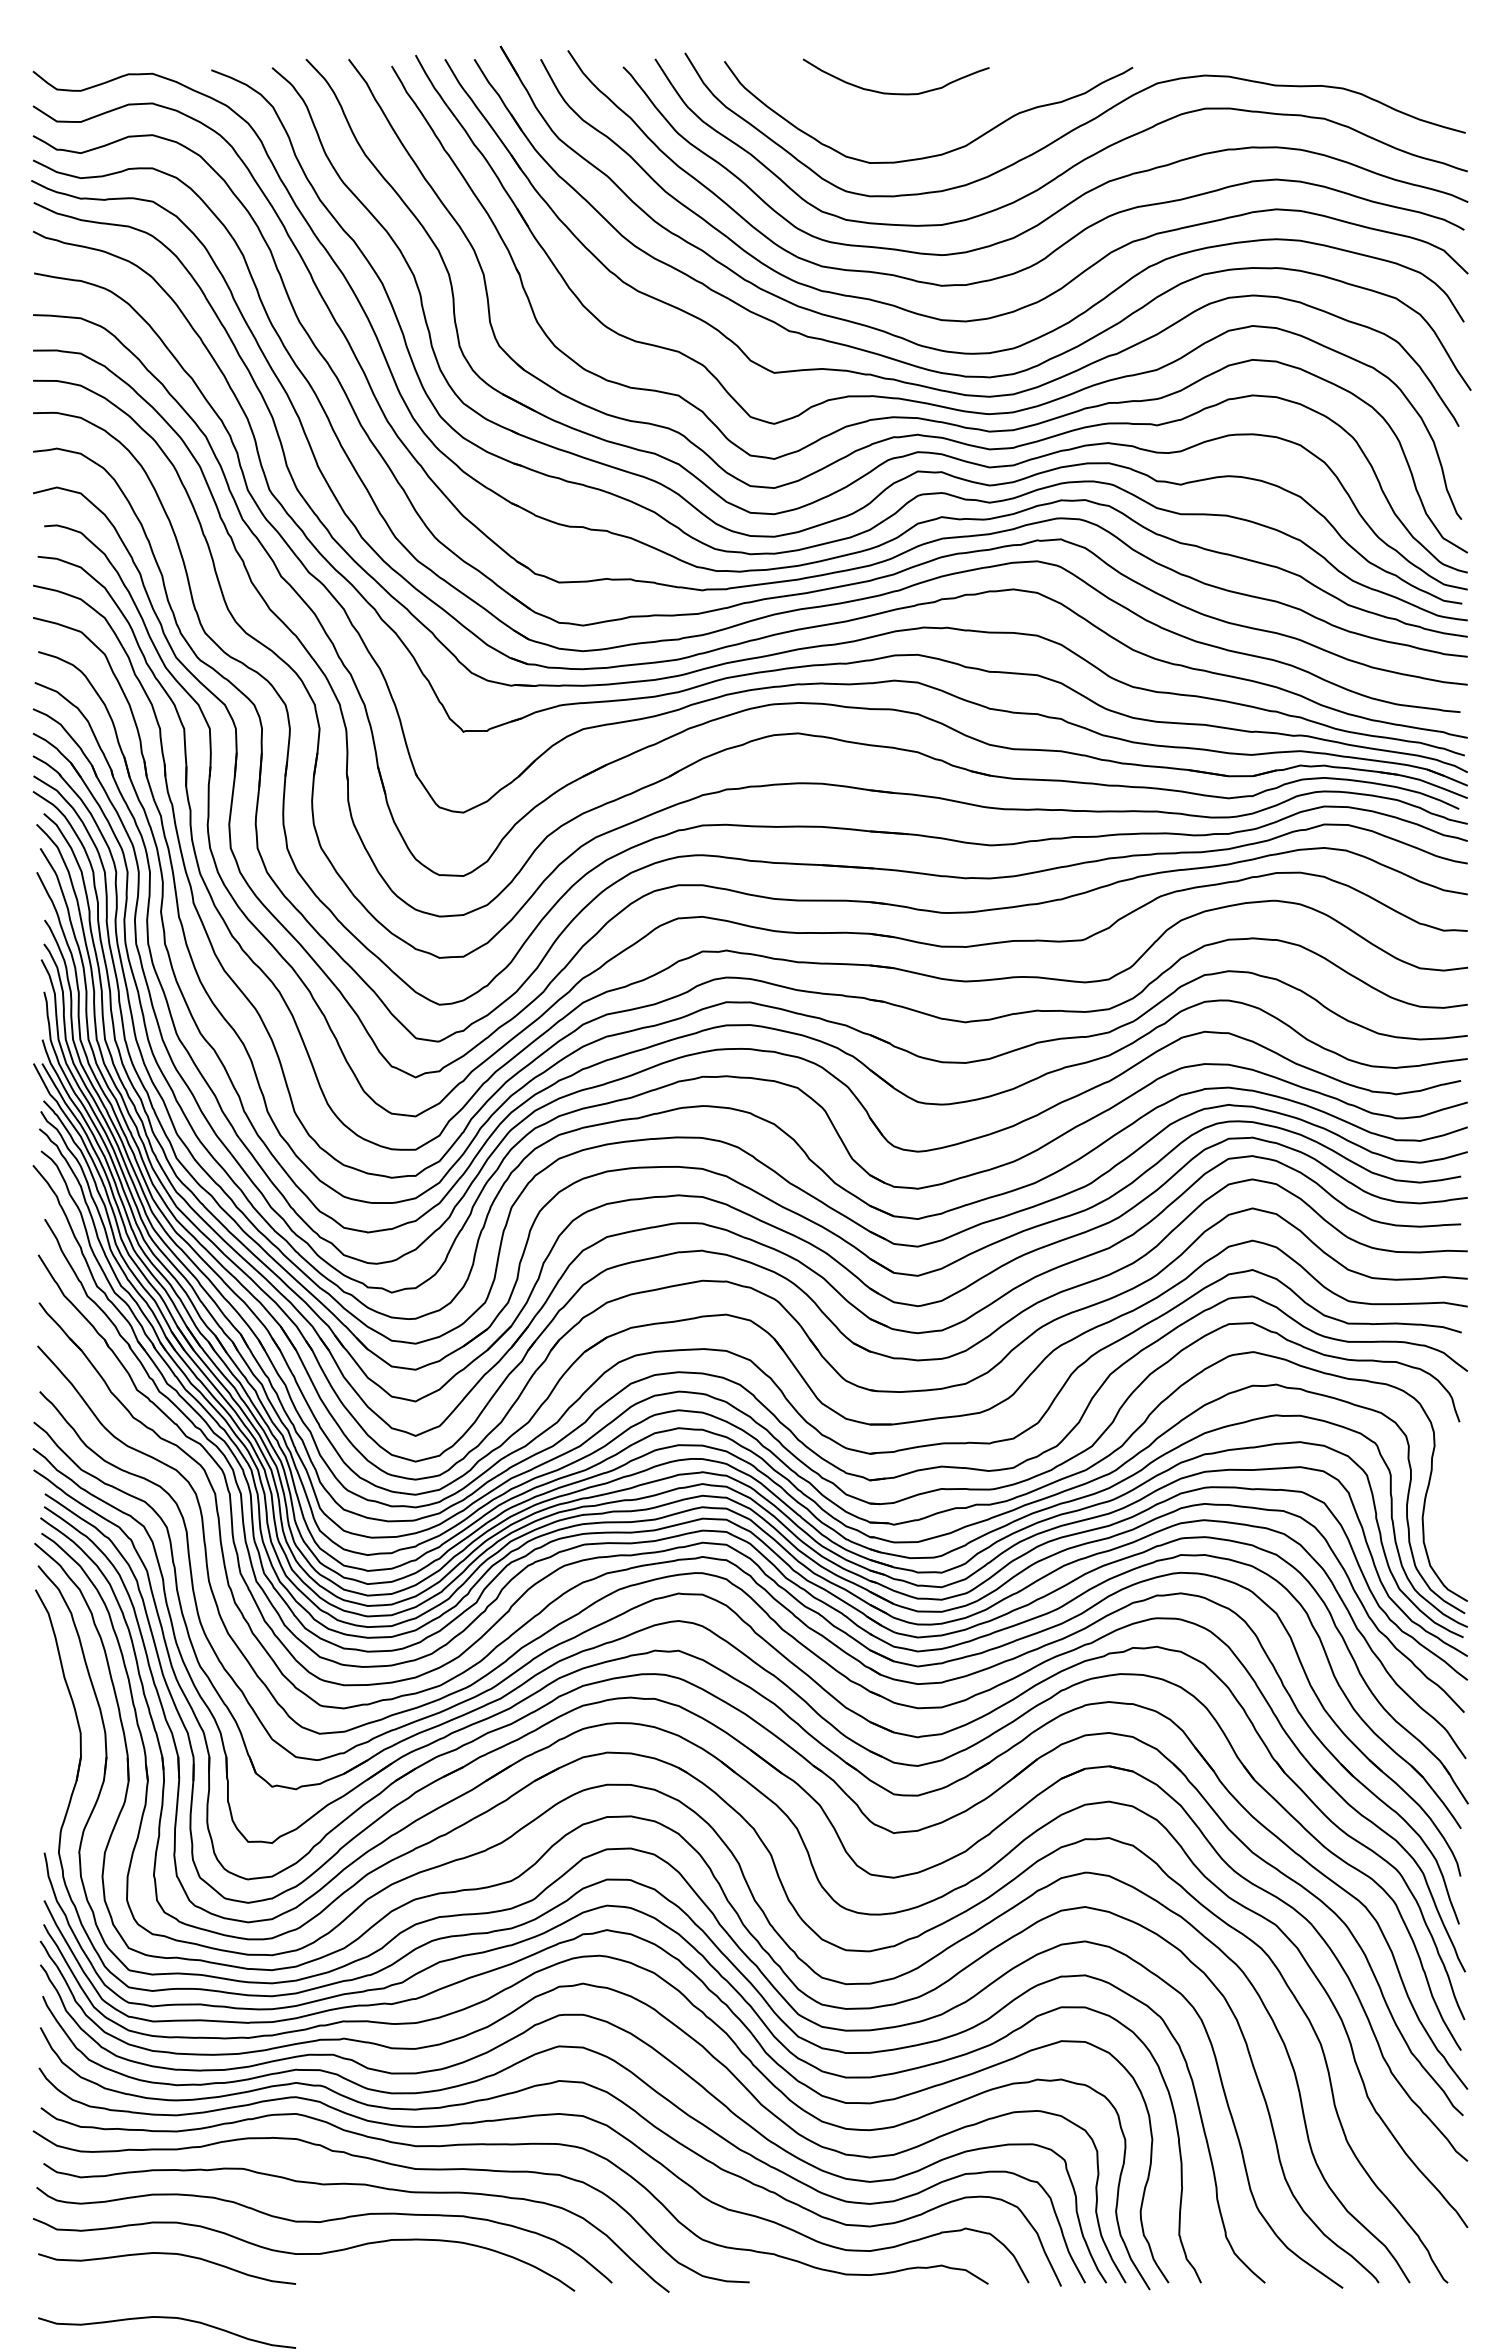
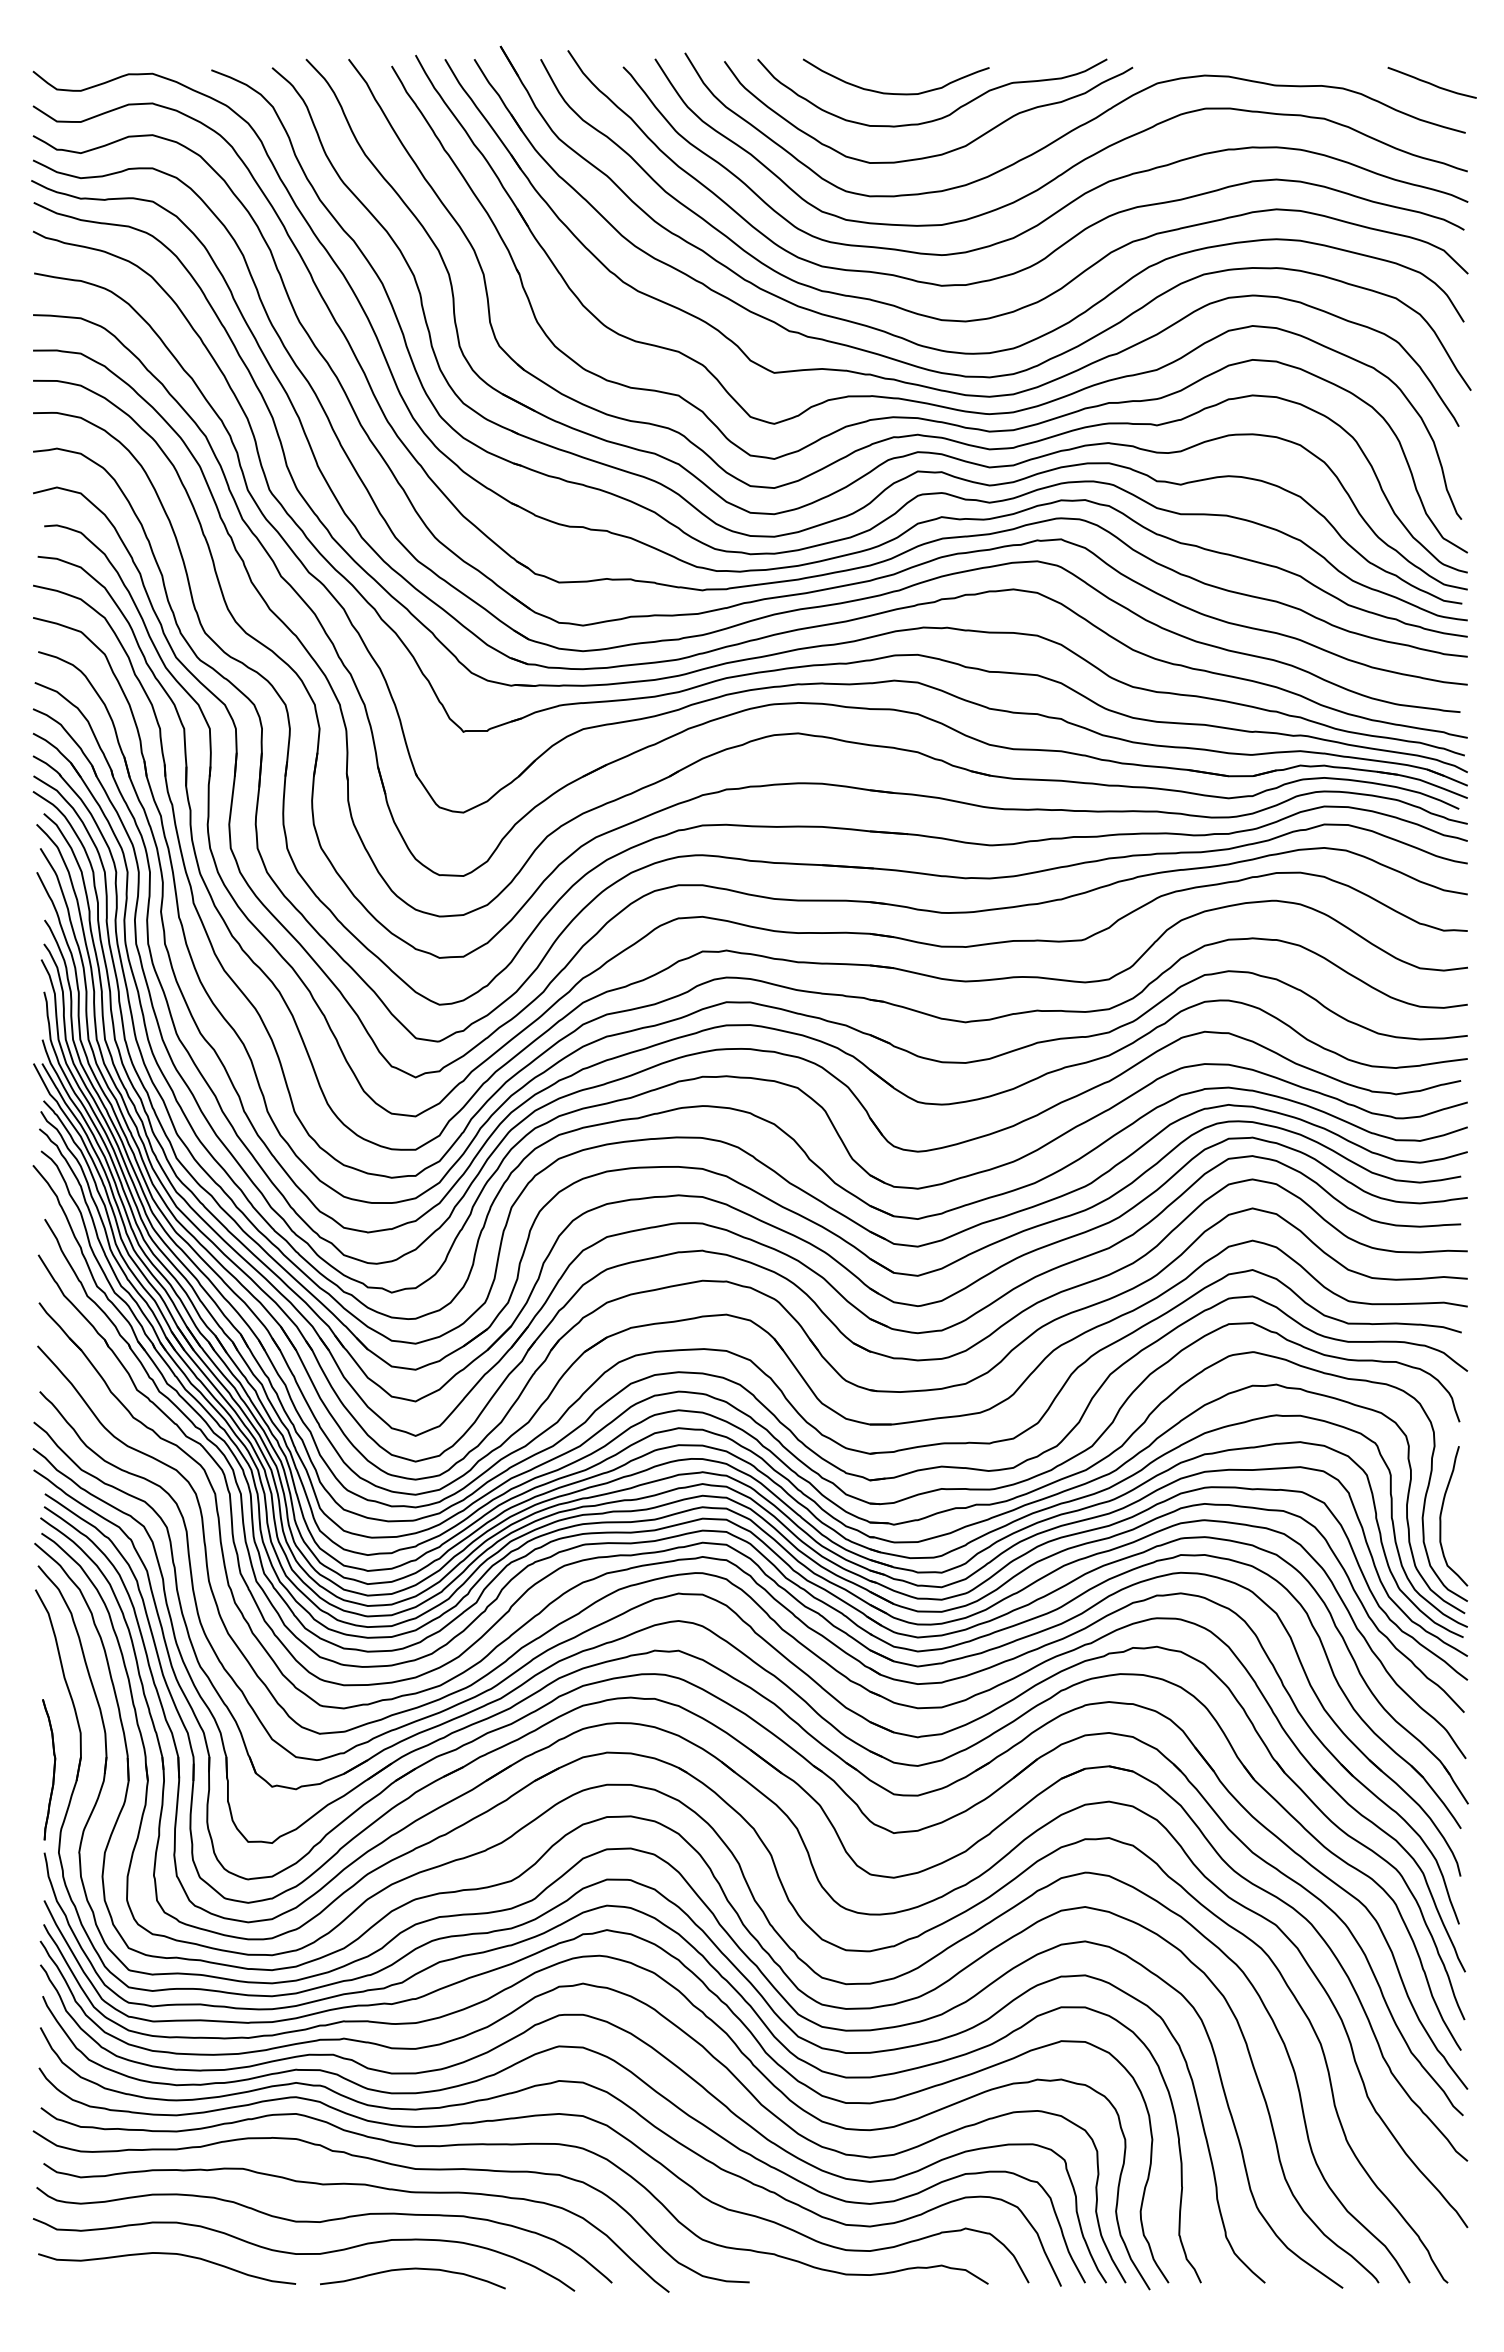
curve at (1430, 82): none -> present
curve at (940, 117): none -> present
curve at (1441, 1516): none -> present
part at (49, 1769): none -> present
curve at (412, 2269): none -> present
curve at (167, 2318): present -> none
